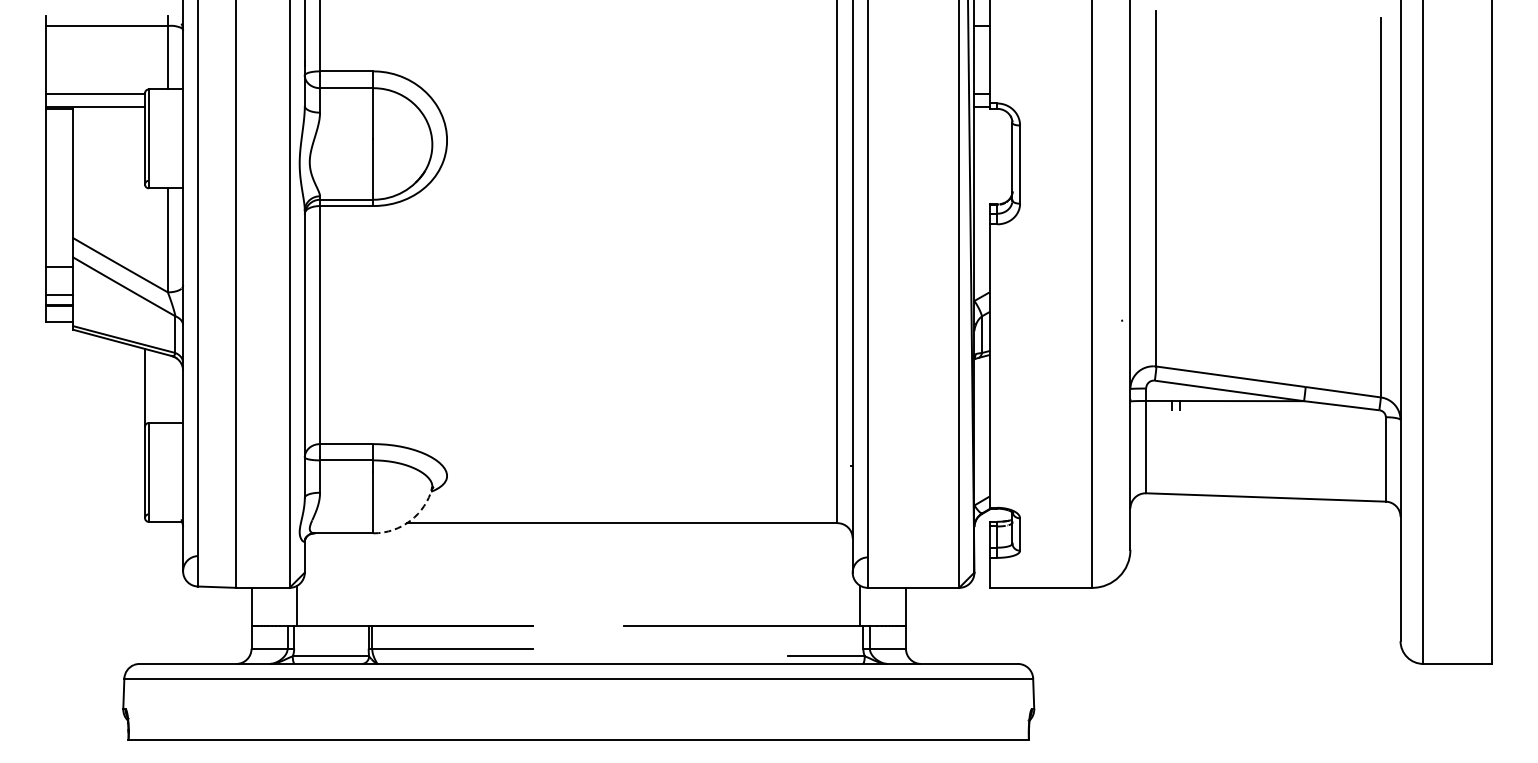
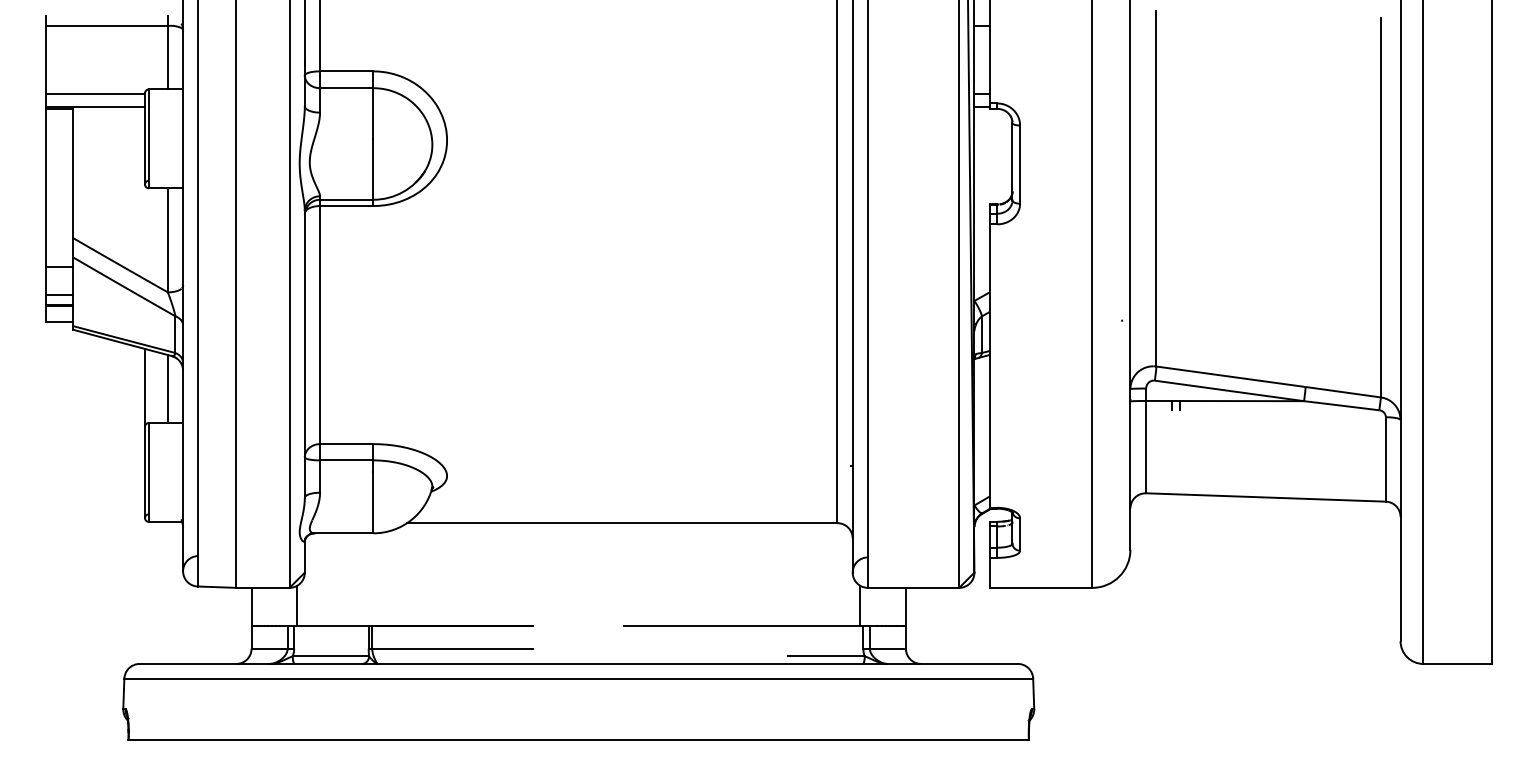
line at (167, 389): none -> present
arc at (410, 520): dashed -> solid
